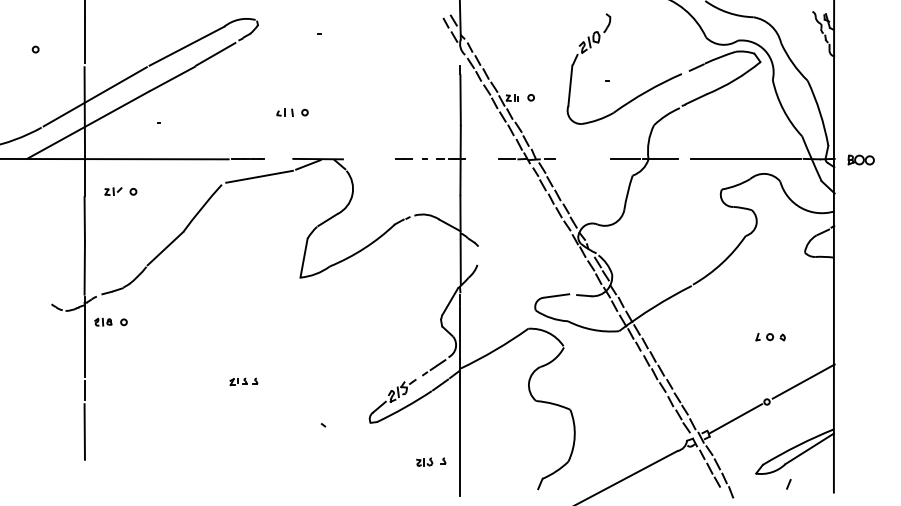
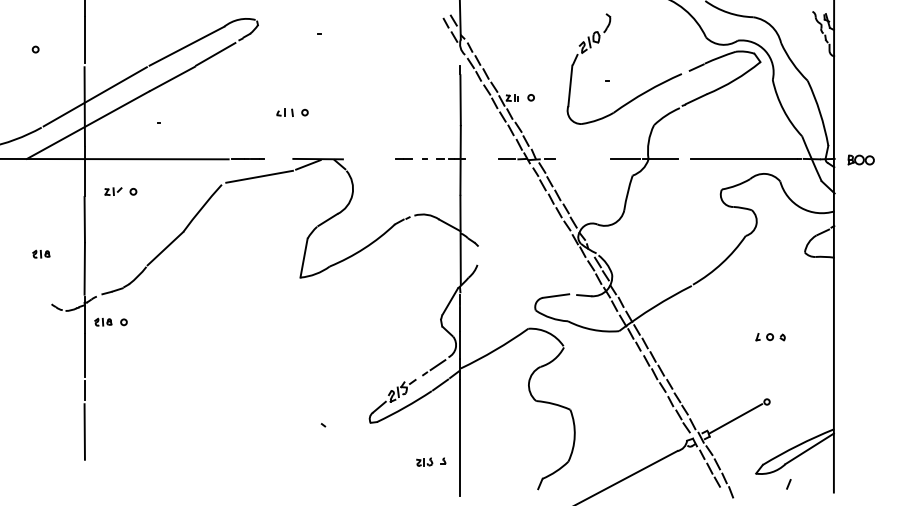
part at (41, 253): none -> present
part at (243, 381): present -> none
line at (803, 381): present -> none
